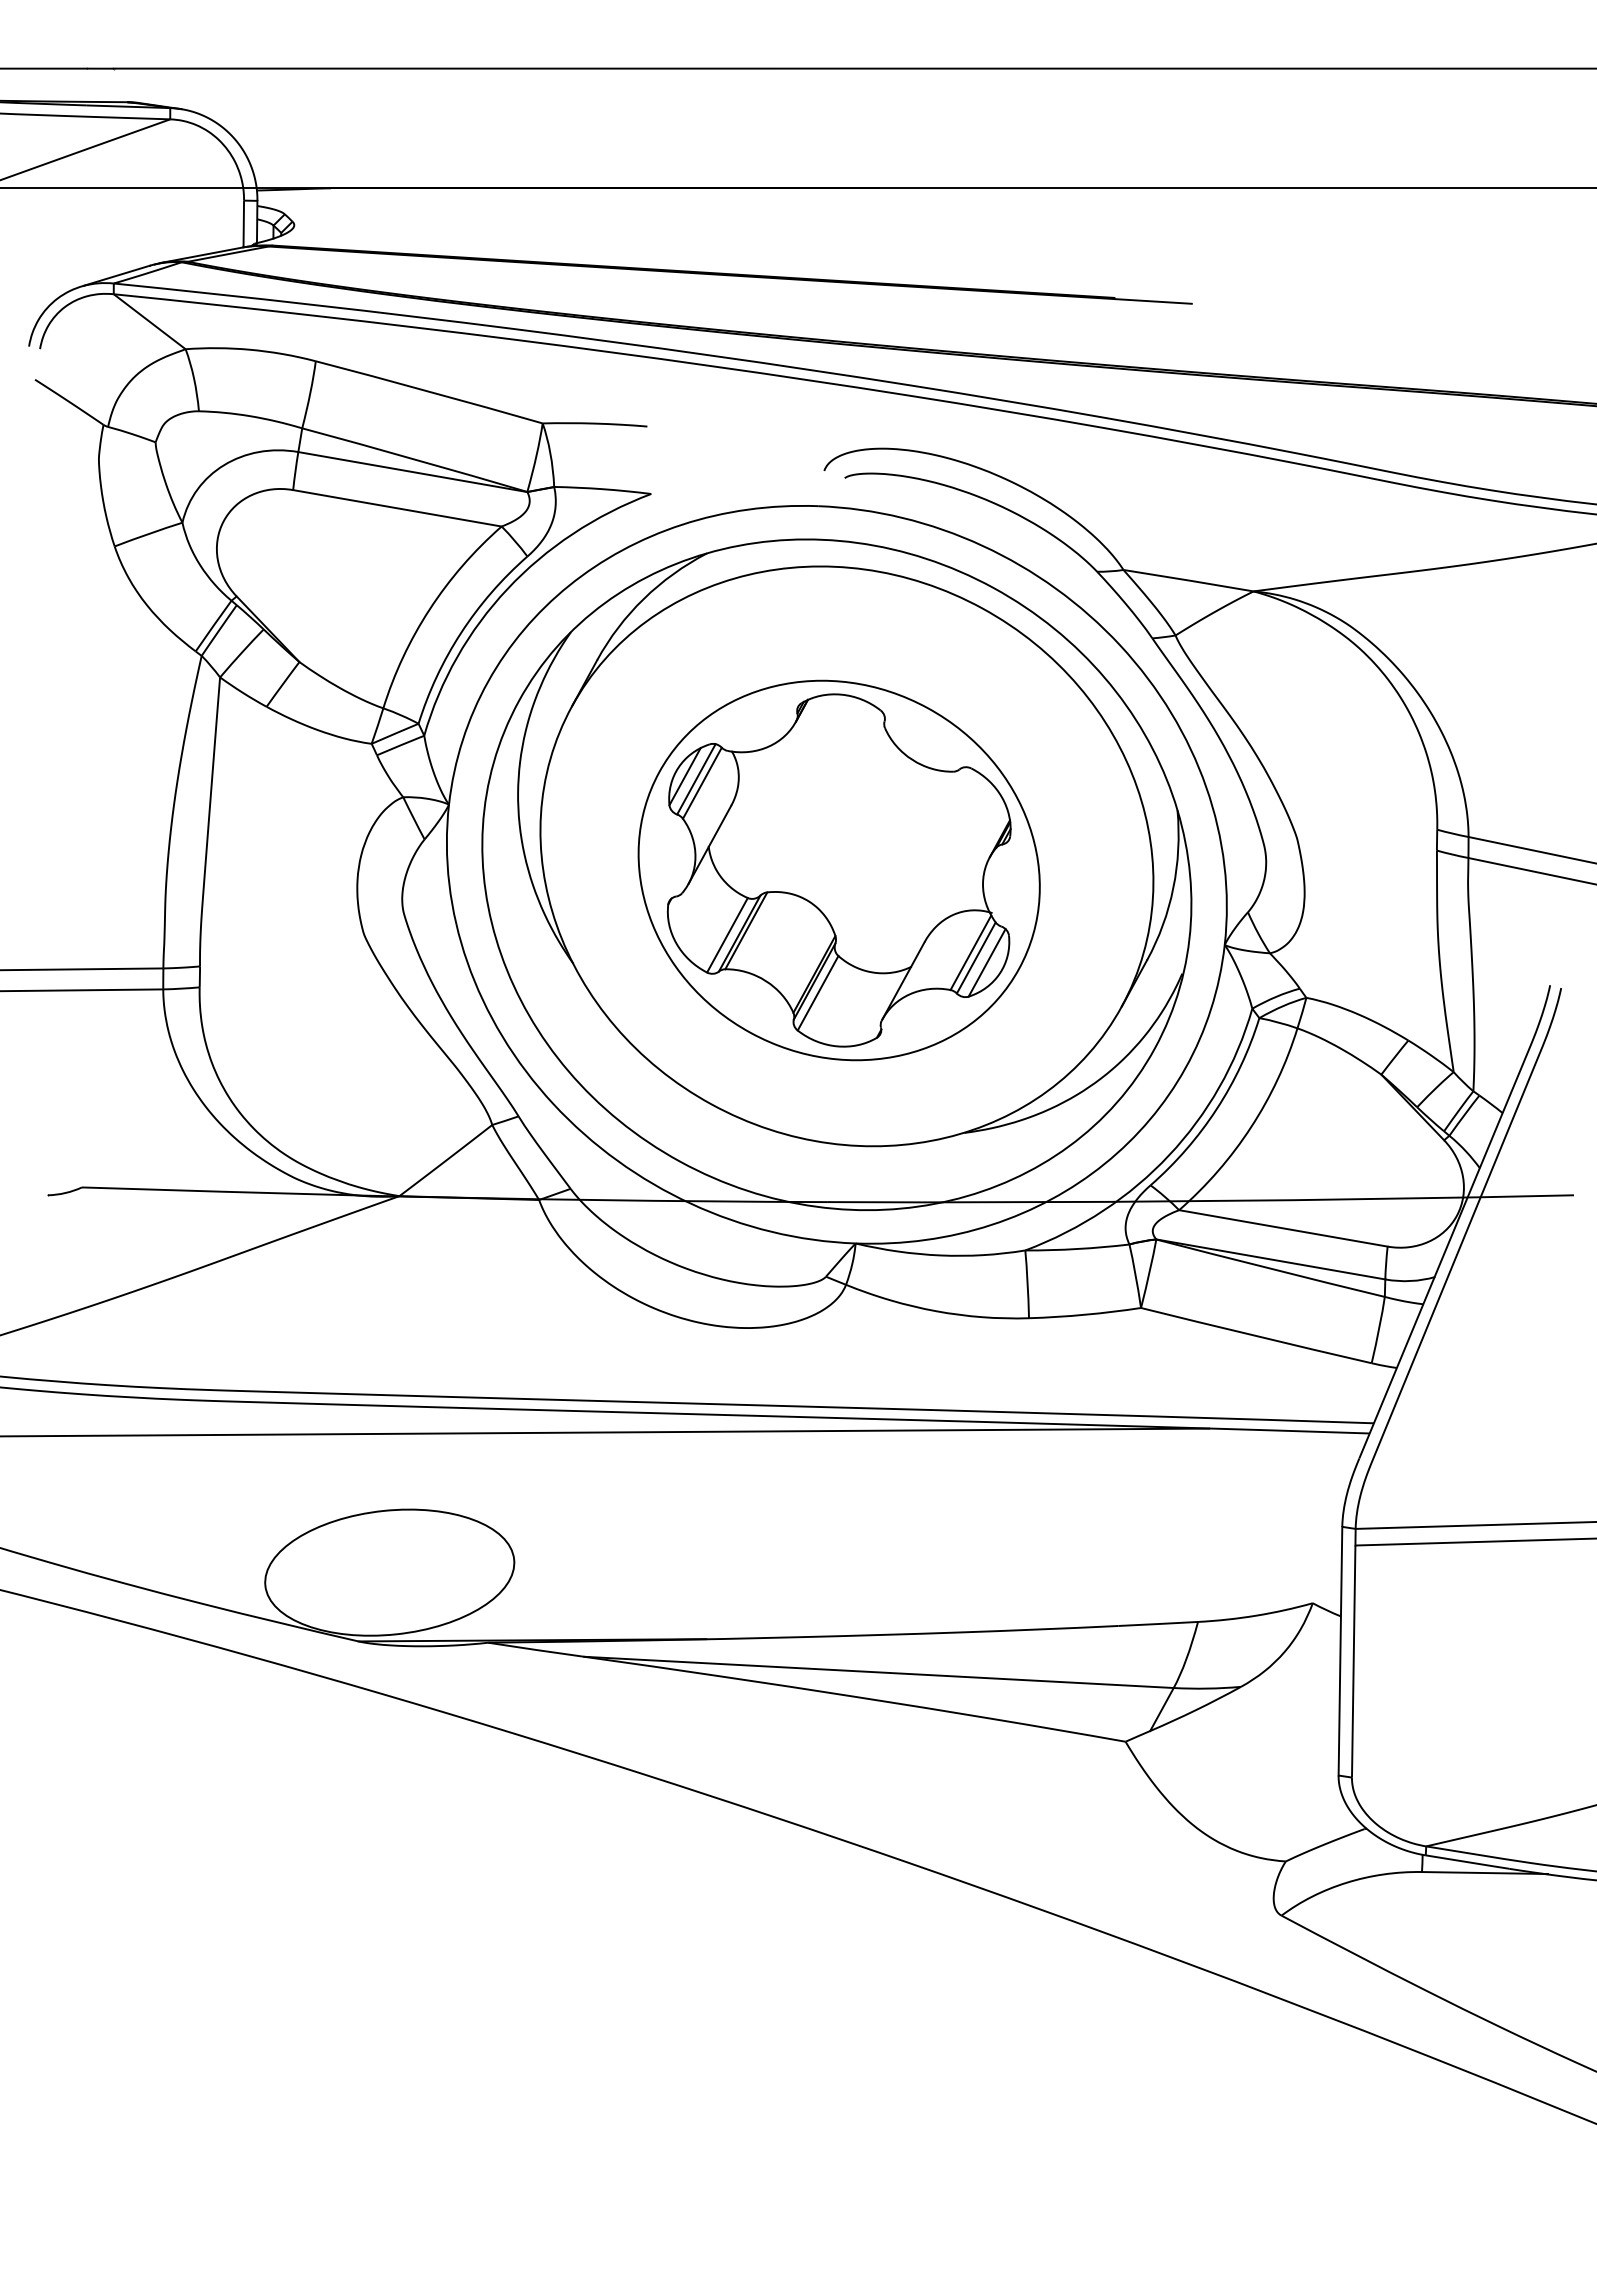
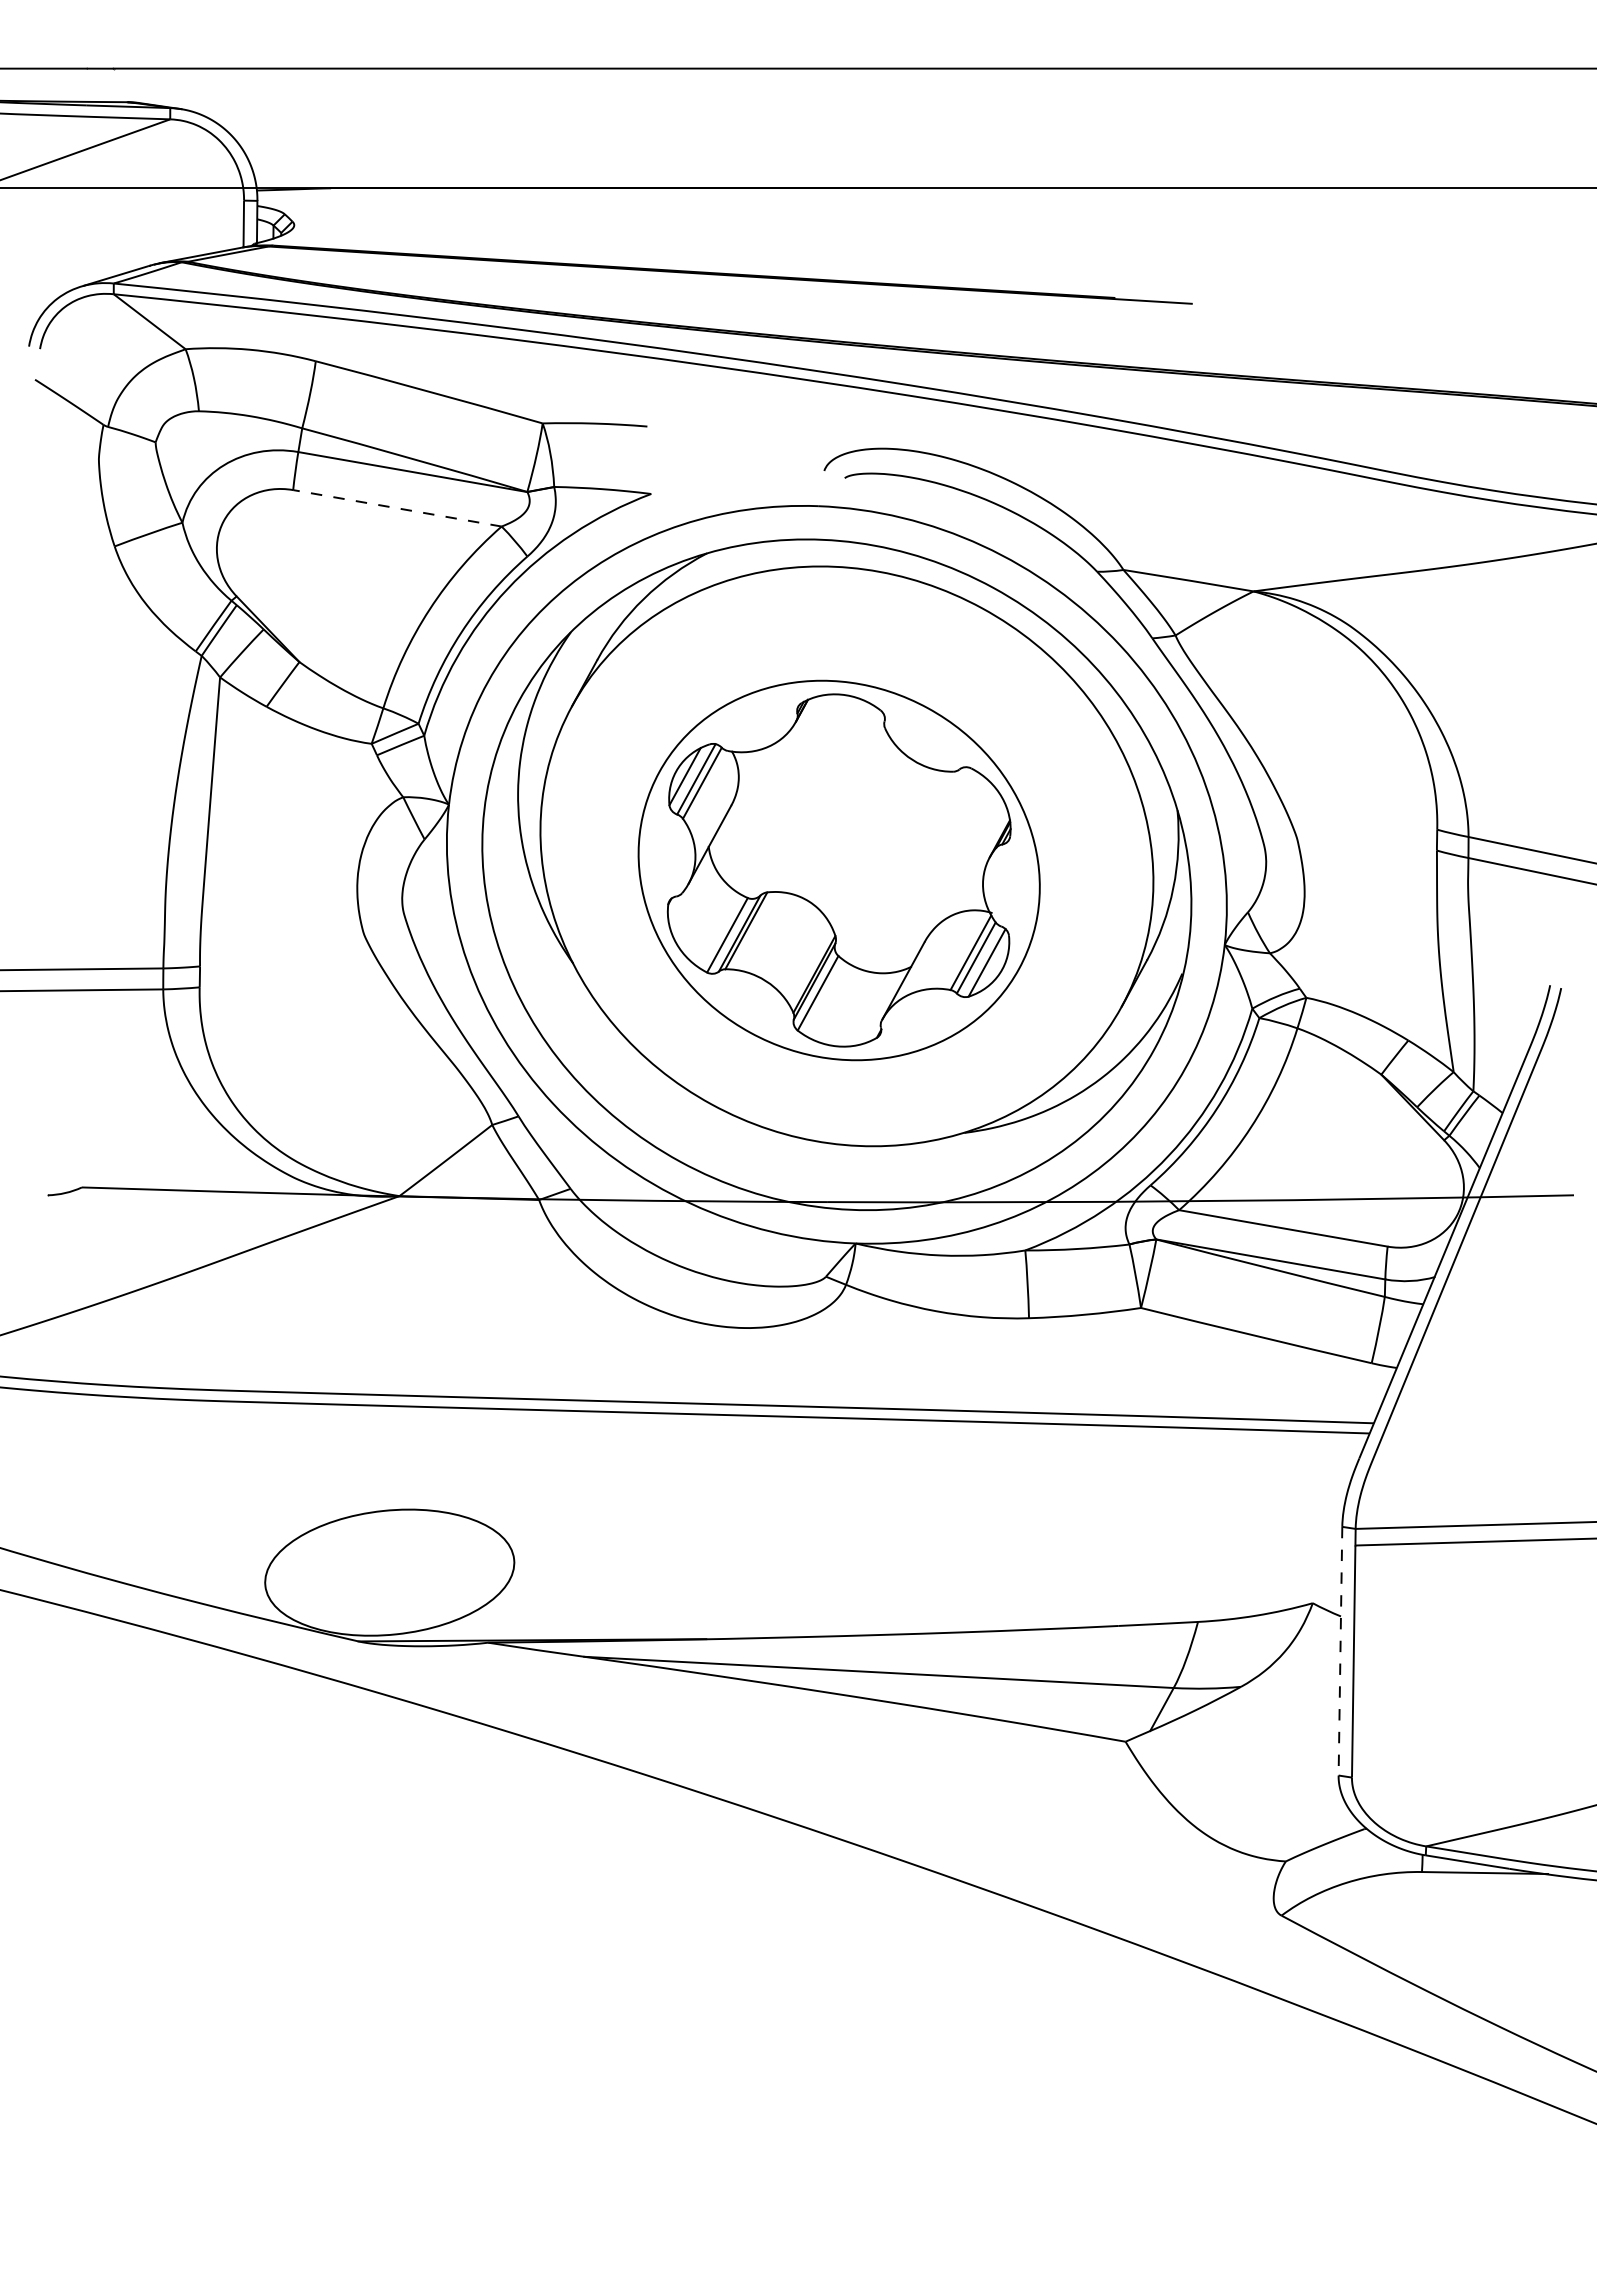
line at (397, 508): solid -> dashed
line at (605, 1432): present -> none
line at (1340, 1651): solid -> dashed
